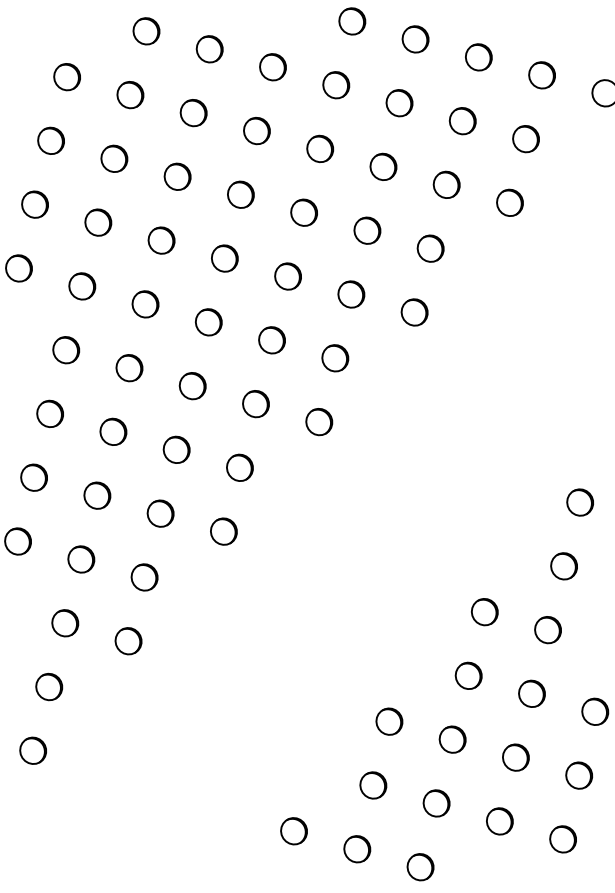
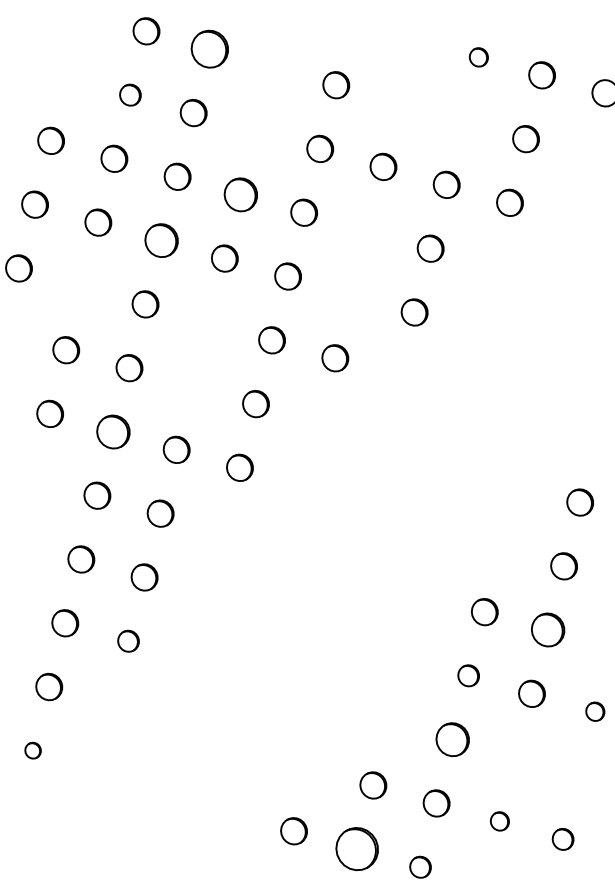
part at (352, 21): present -> none
part at (415, 39): present -> none
part at (209, 49) size: 29x29 px -> 39x40 px
part at (478, 57) size: 28x29 px -> 21x21 px
part at (272, 67): present -> none
part at (66, 77): present -> none
part at (130, 95) size: 29x29 px -> 23x24 px
part at (399, 103): present -> none
part at (462, 121): present -> none
part at (256, 131): present -> none
part at (240, 194) size: 28x29 px -> 35x36 px
part at (367, 230): present -> none
part at (161, 240) size: 29x29 px -> 35x35 px
part at (82, 286): present -> none
part at (351, 294): present -> none
part at (208, 322): present -> none
part at (192, 386): present -> none
part at (319, 422): present -> none
part at (113, 431) size: 29x29 px -> 35x36 px
part at (33, 477): present -> none
part at (223, 531): present -> none
part at (17, 541): present -> none
part at (547, 630) size: 28x29 px -> 36x36 px
part at (128, 641) size: 29x29 px -> 23x24 px
part at (468, 675) size: 29x29 px -> 23x24 px
part at (595, 711) size: 29x29 px -> 21x21 px
part at (389, 721): present -> none
part at (452, 739) size: 29x29 px -> 35x36 px
part at (32, 750) size: 28x29 px -> 18x19 px
part at (515, 757): present -> none
part at (579, 775): present -> none
part at (499, 821) size: 28x29 px -> 21x21 px
part at (562, 839) size: 28x29 px -> 24x23 px
part at (357, 849) size: 29x29 px -> 44x44 px
part at (420, 867) size: 29x29 px -> 23x24 px
